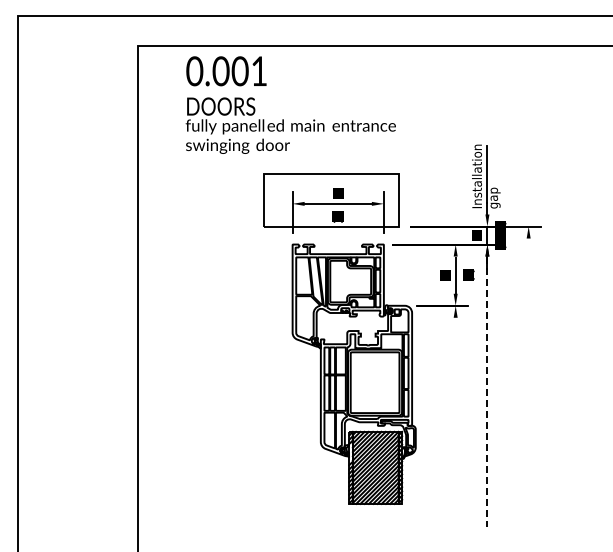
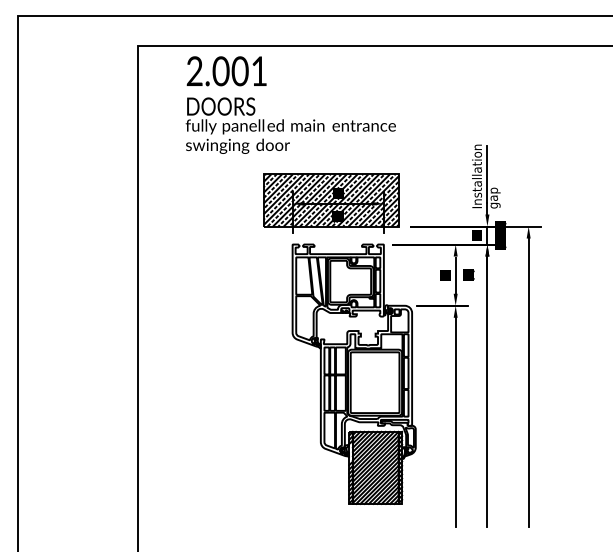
text at (194, 71): 0 -> 2
hatch at (331, 200): none -> present
line at (528, 382): none -> present
line at (487, 391): dashed -> solid
line at (455, 421): none -> present
